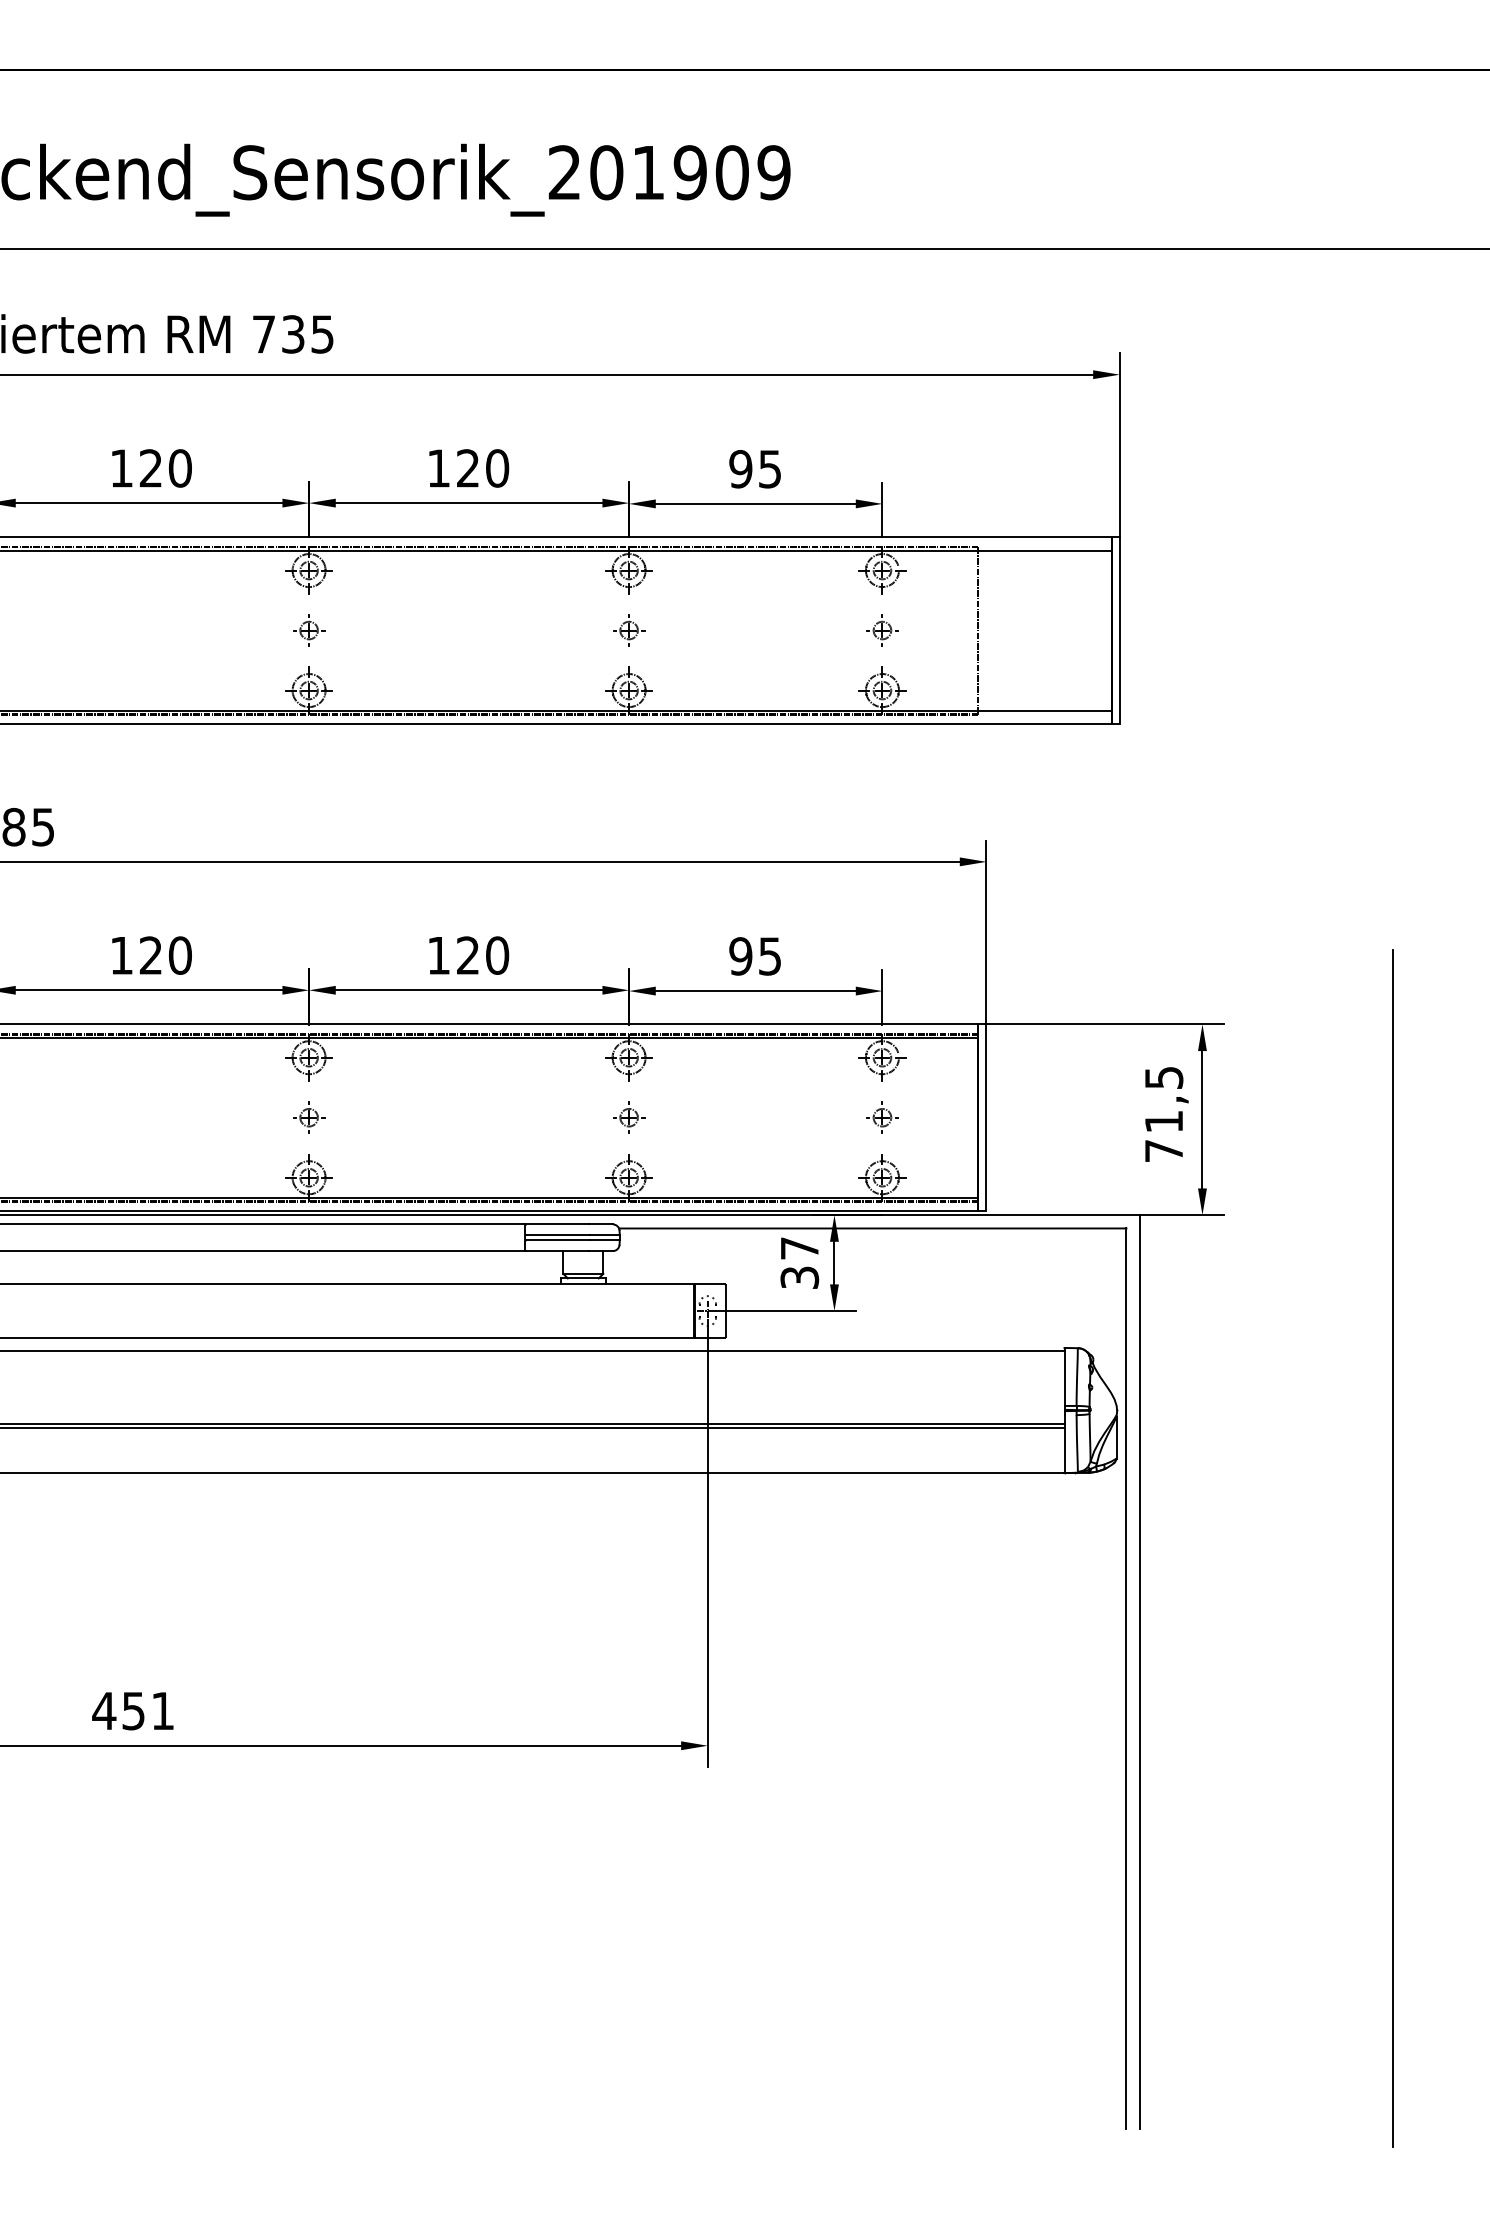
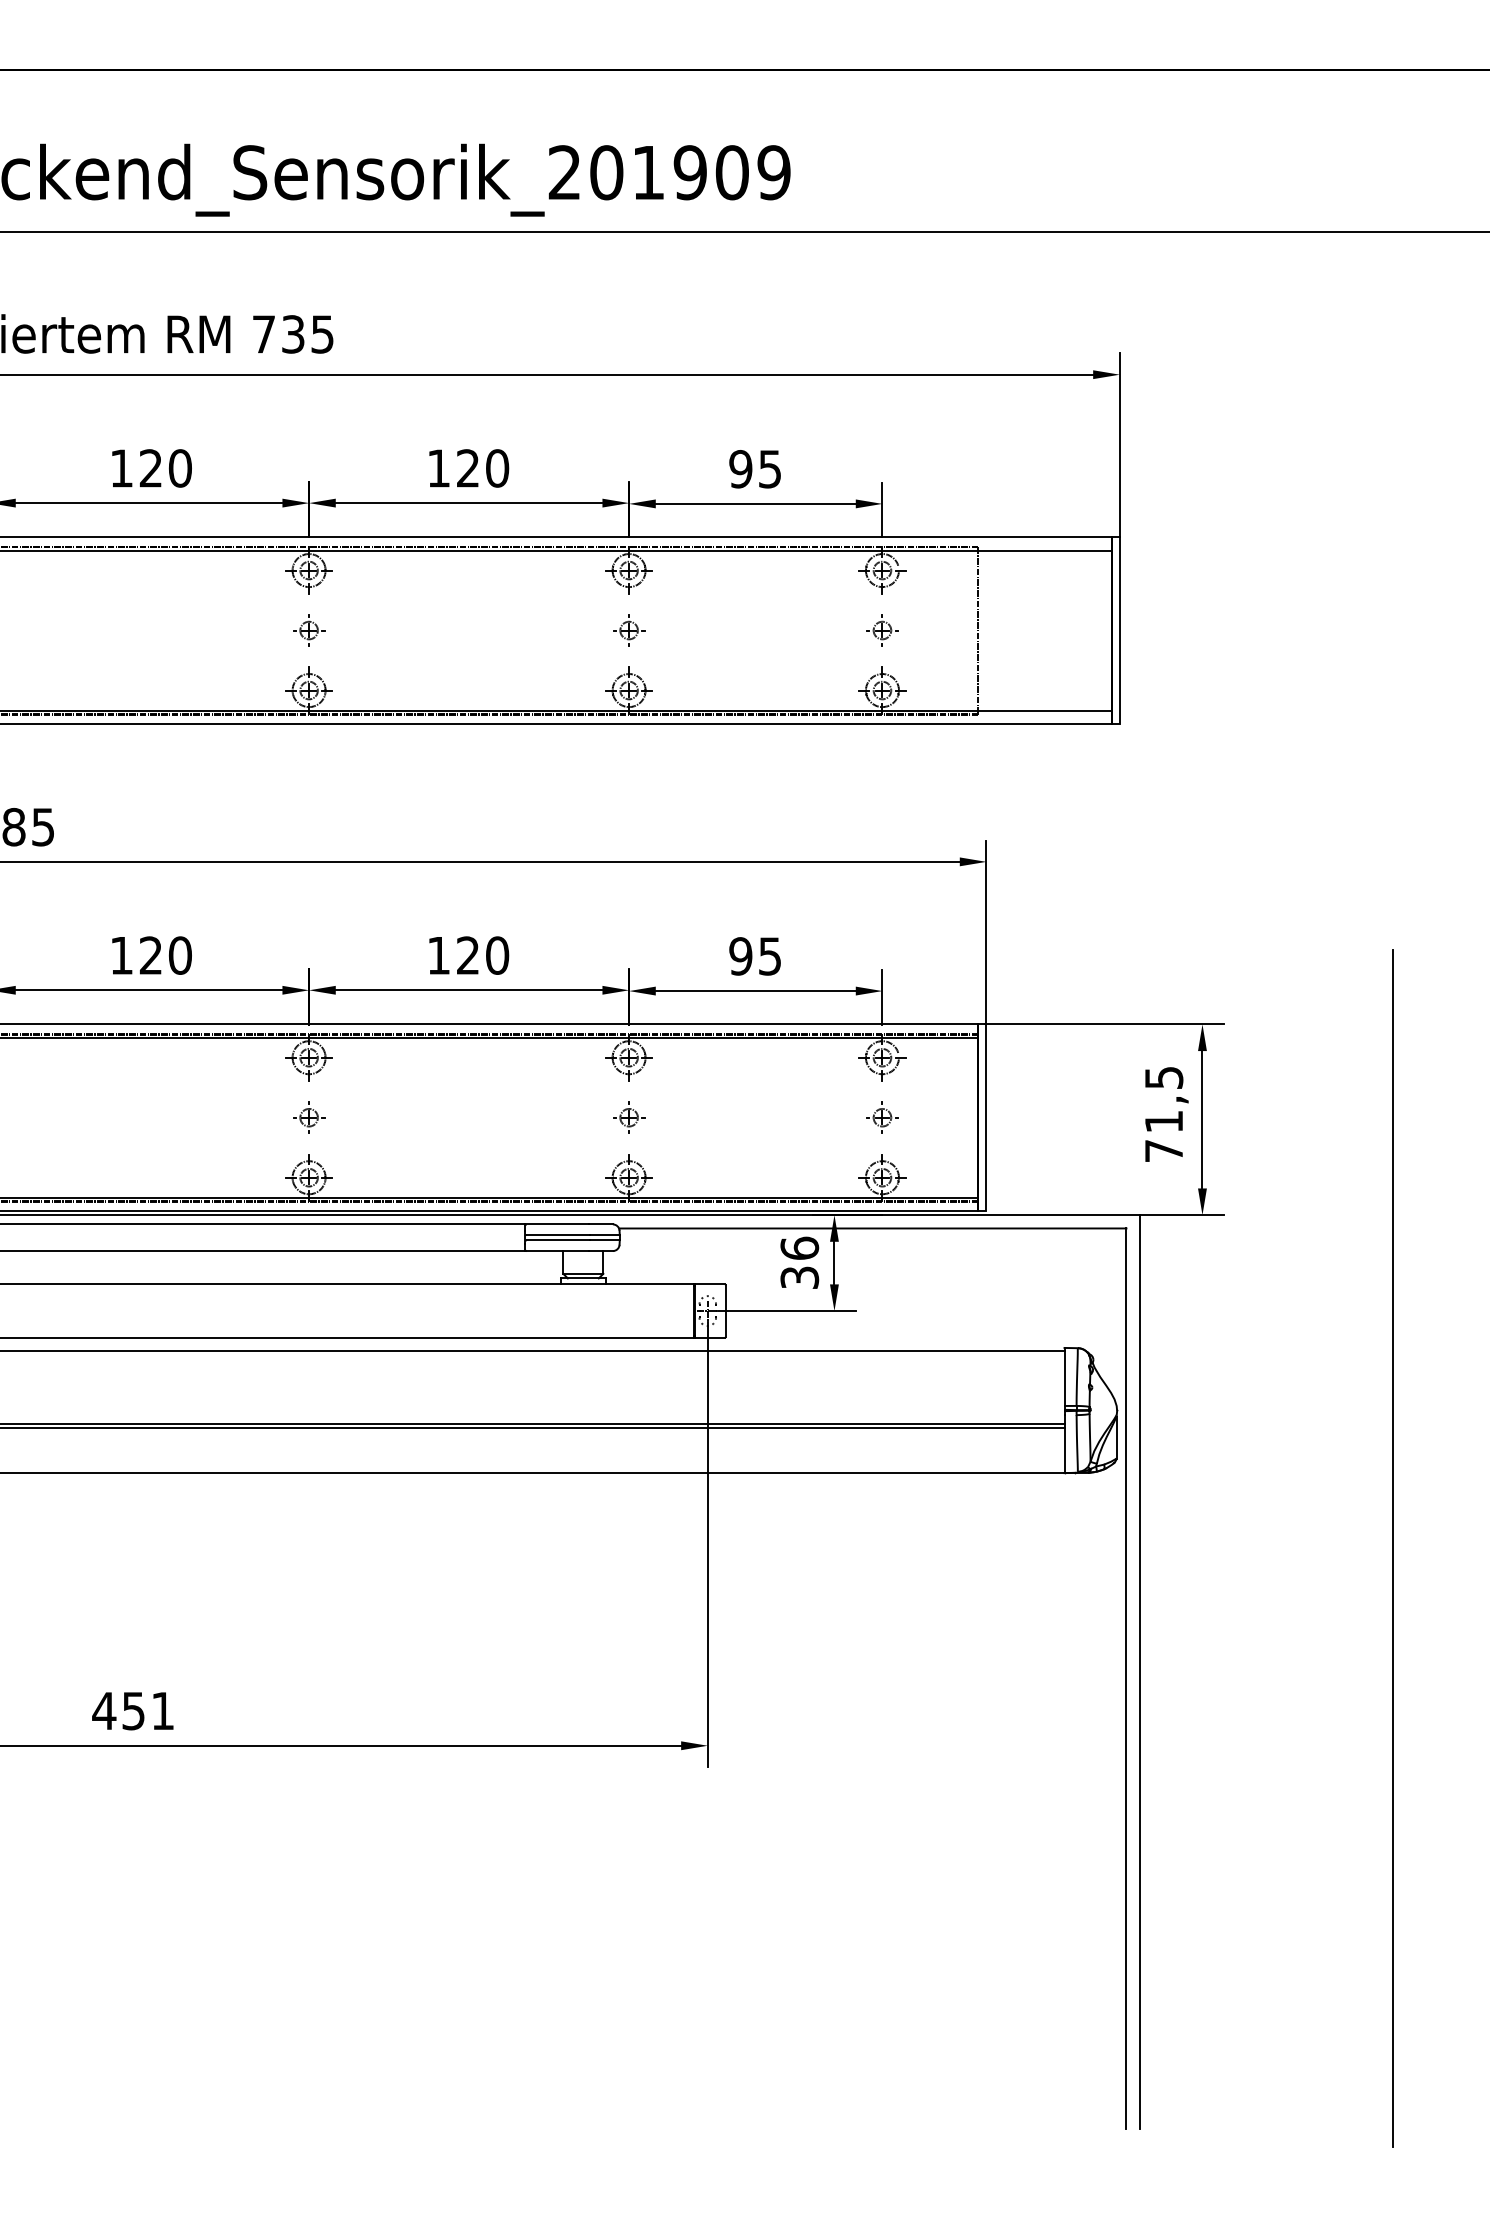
line at (744, 249) position: (744, 249) -> (744, 232)
text at (799, 1247): 37 -> 36
